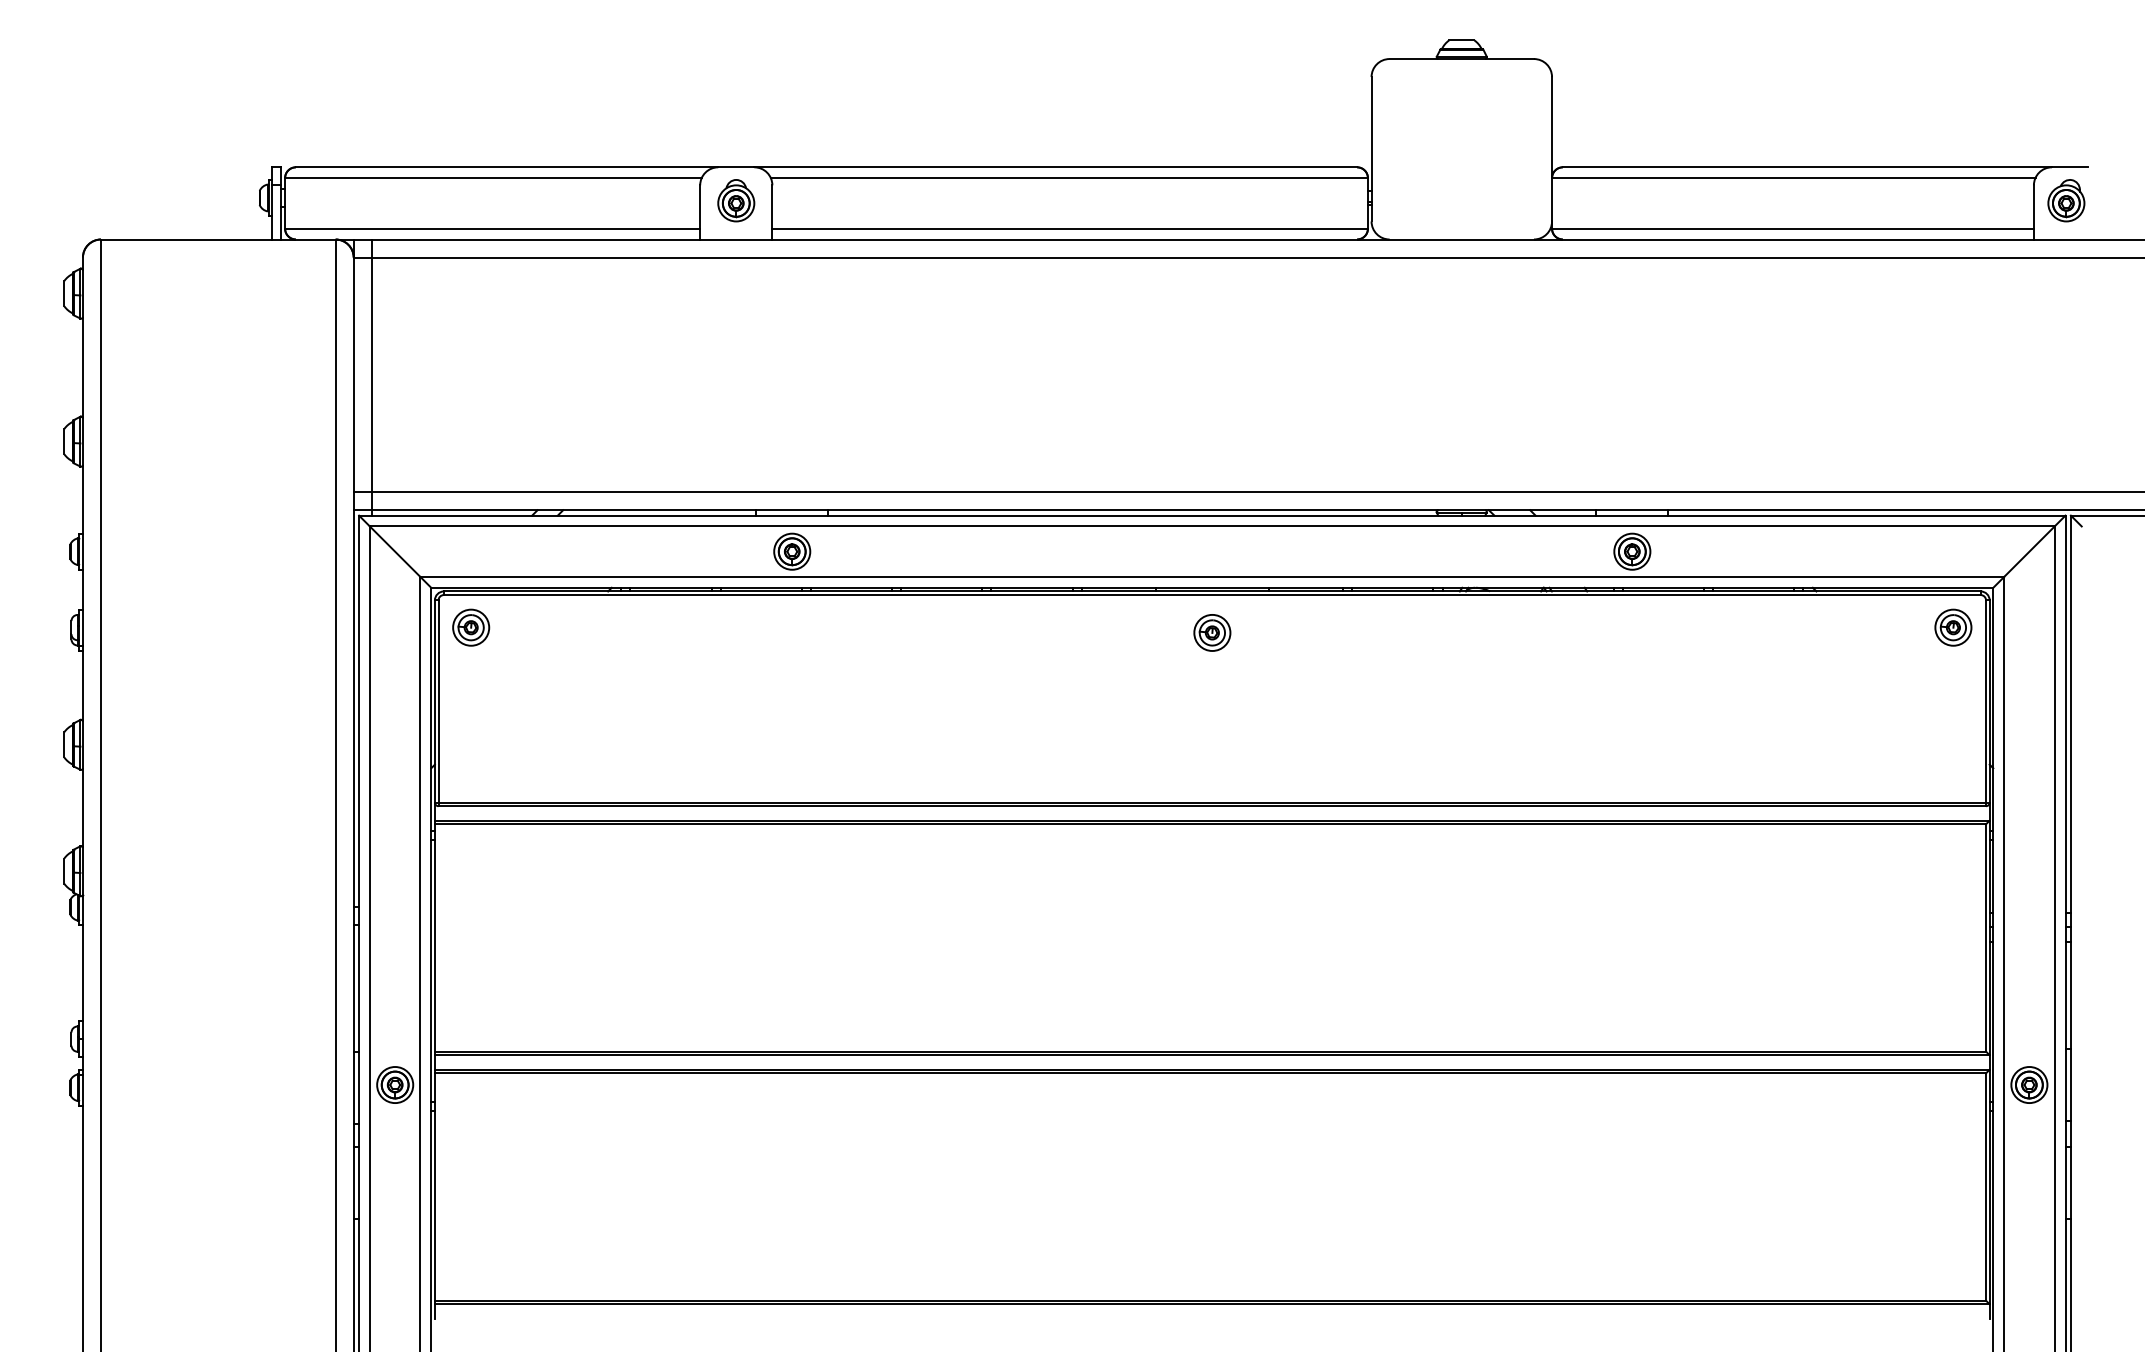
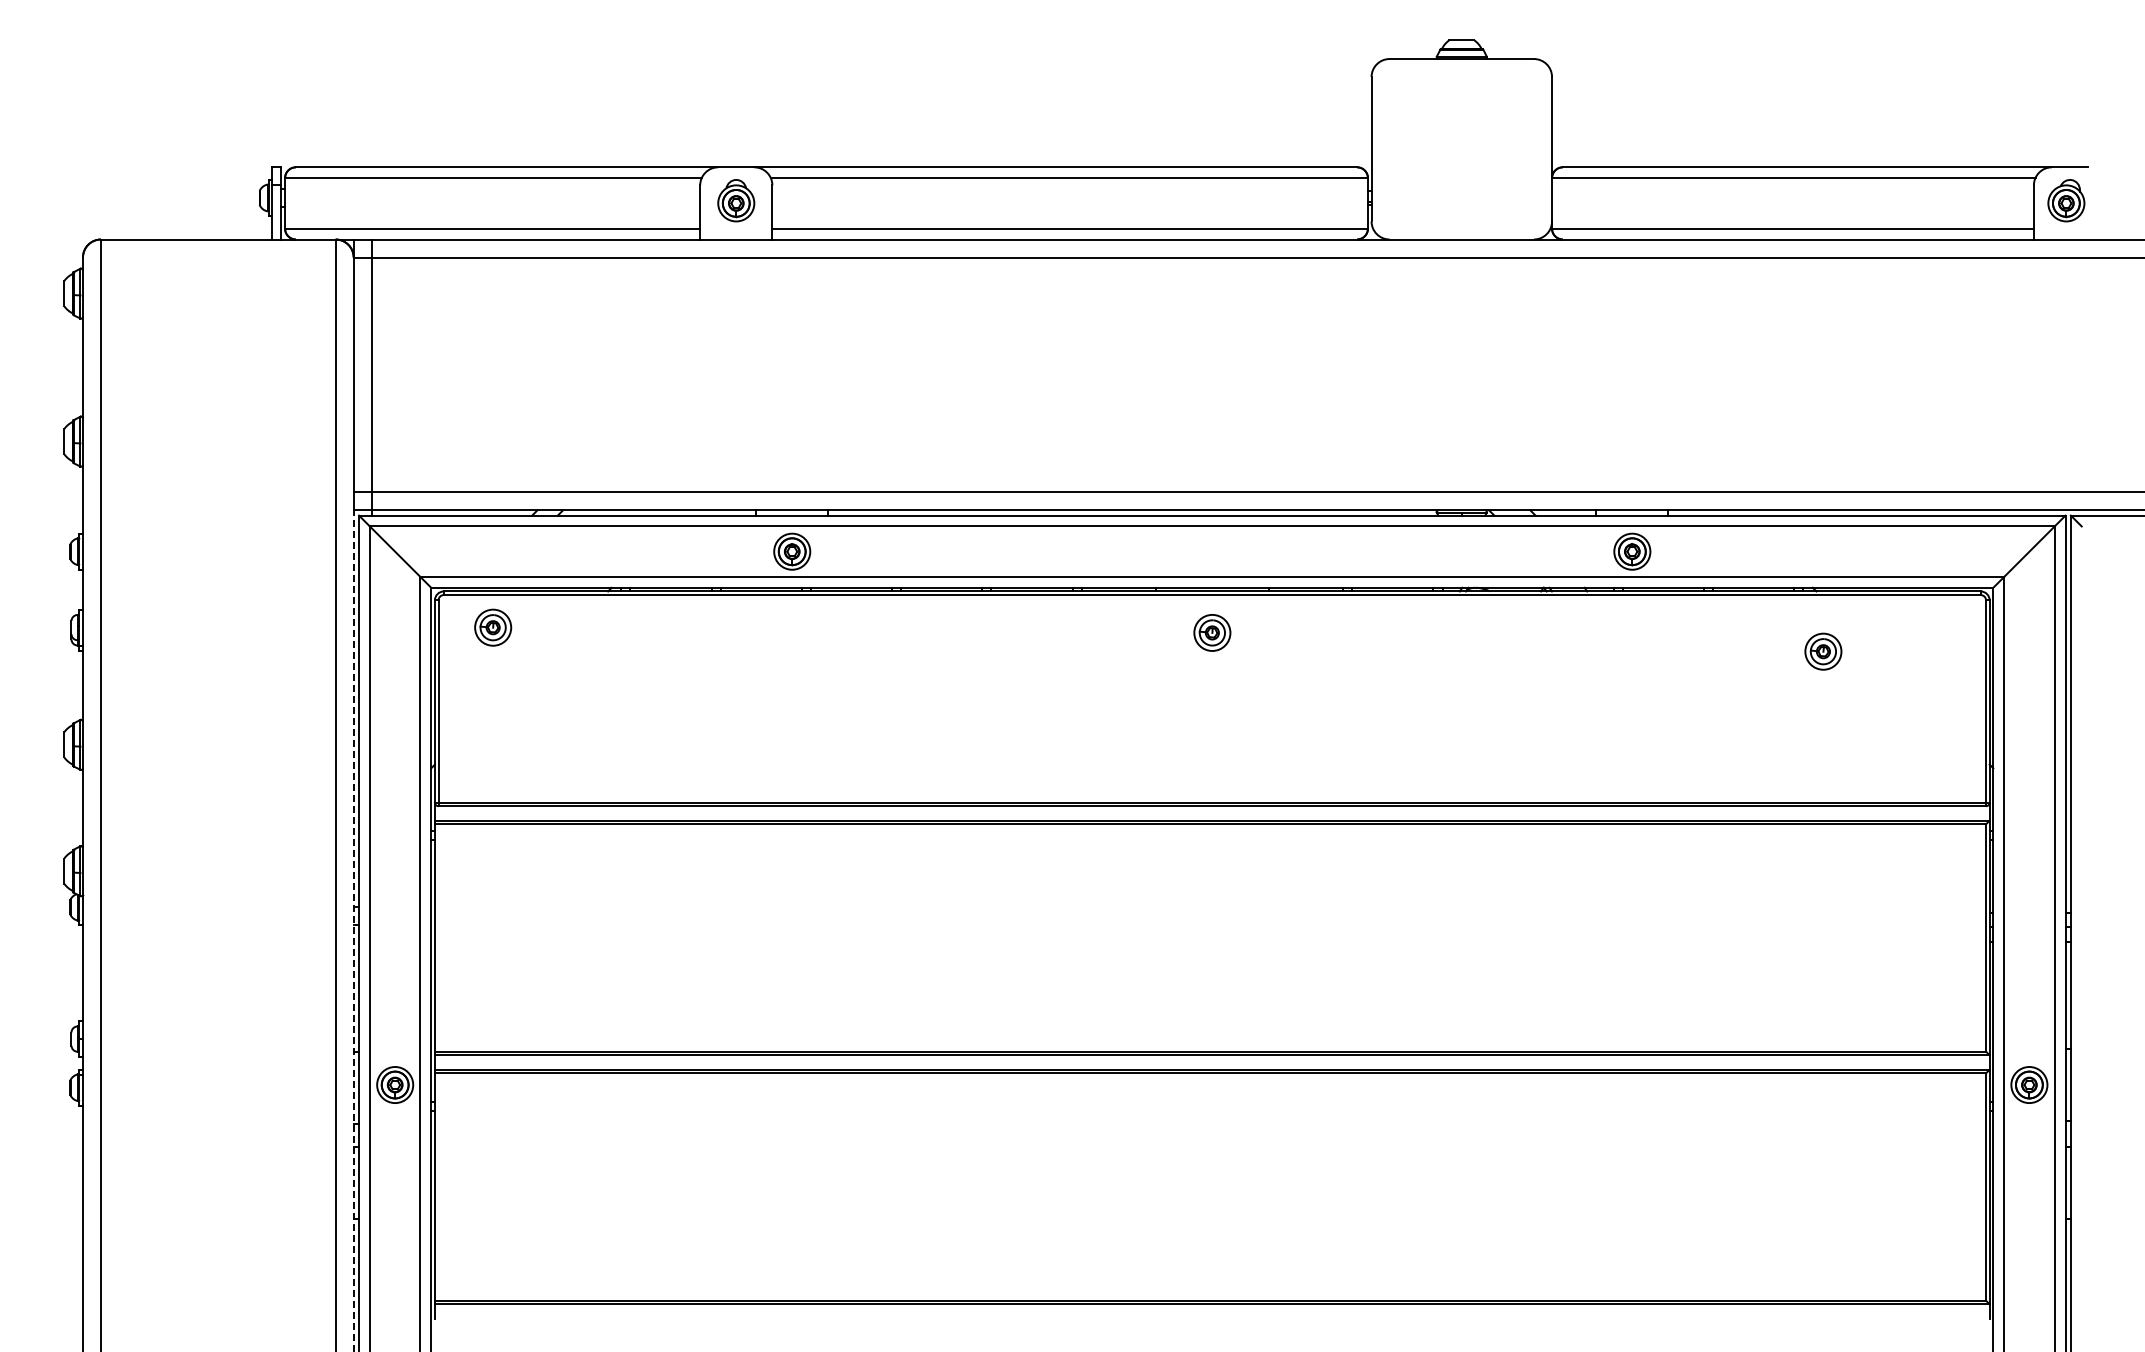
part at (471, 627) position: (471, 627) -> (493, 627)
part at (1953, 627) position: (1953, 627) -> (1823, 651)
line at (353, 930): solid -> dashed
